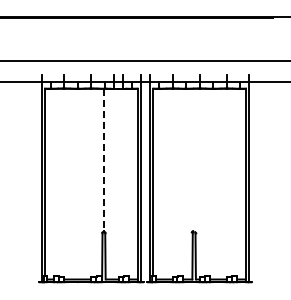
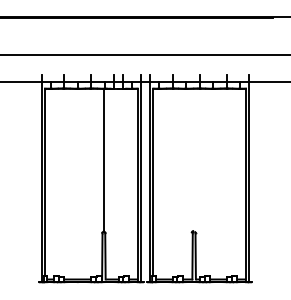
line at (144, 61) position: (144, 61) -> (144, 55)
line at (103, 159): dashed -> solid
